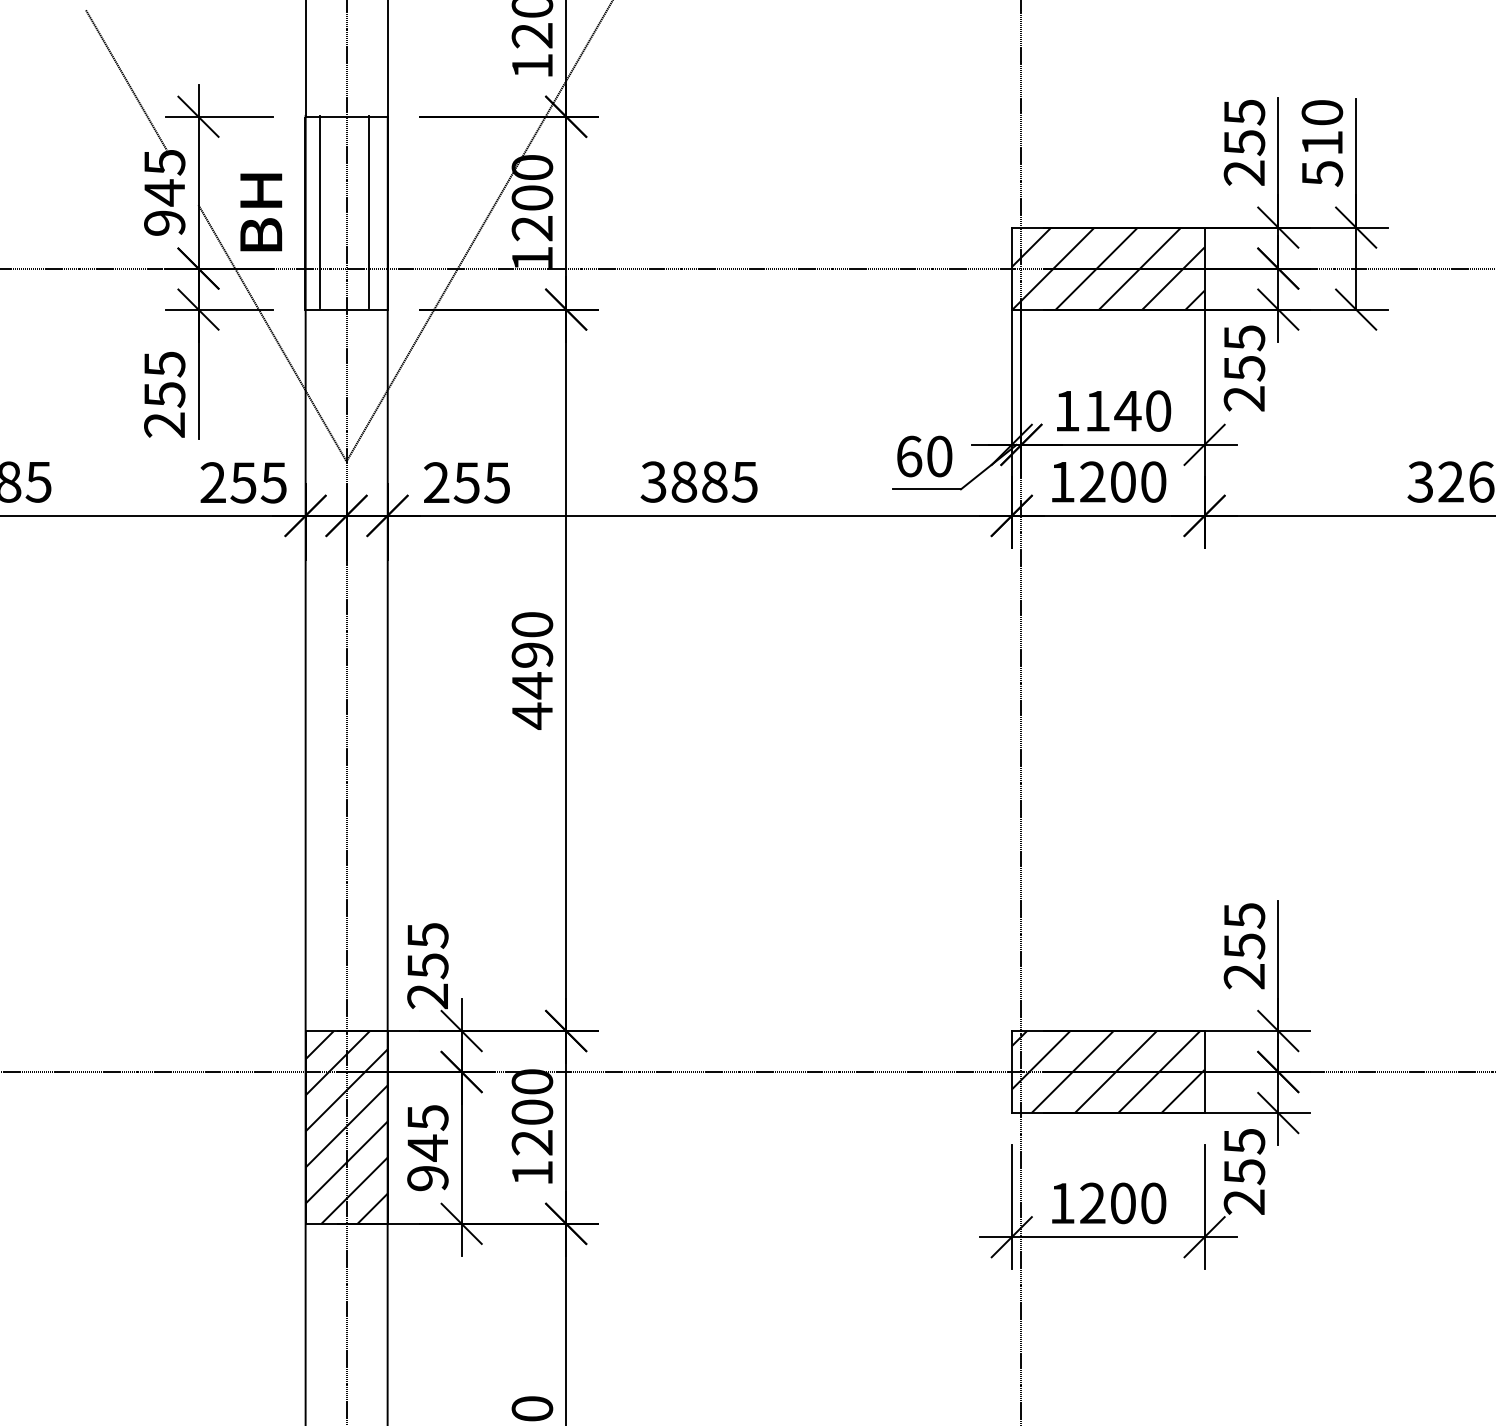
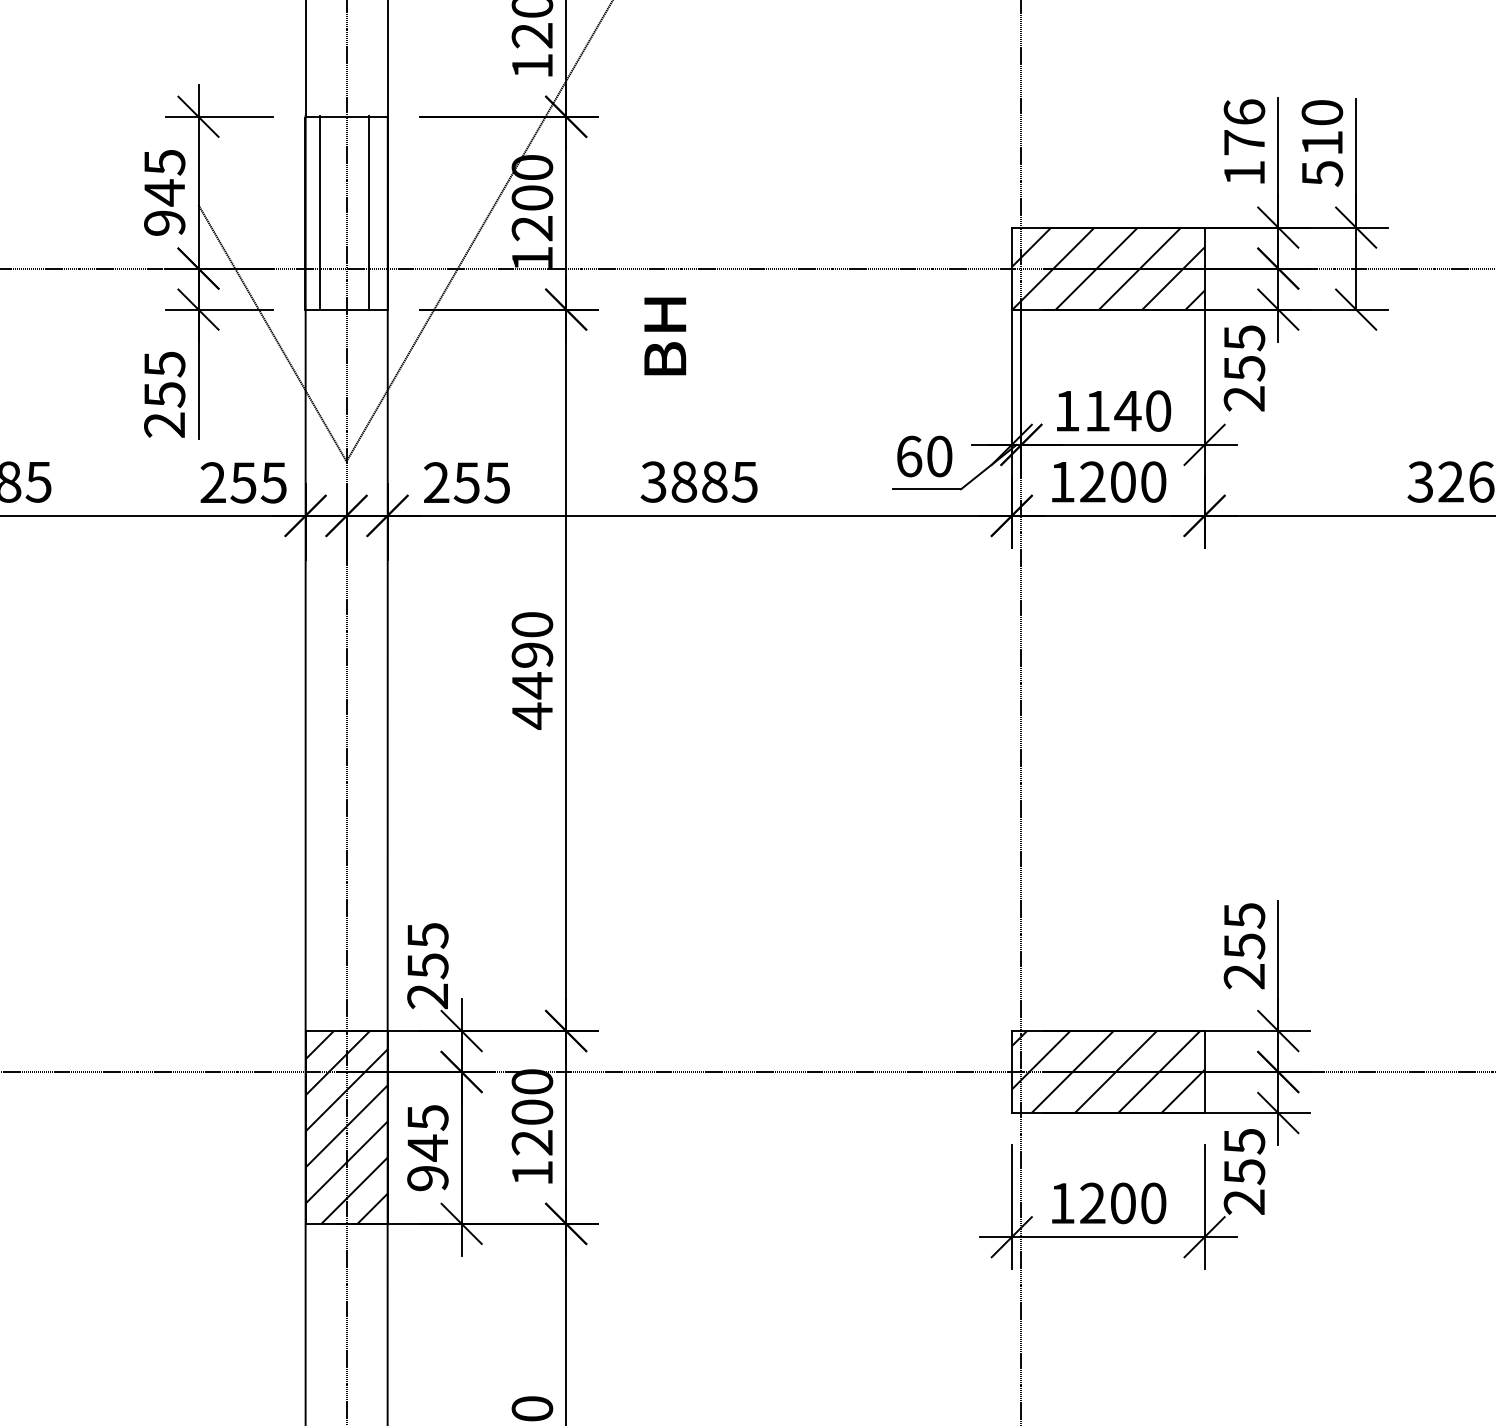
line at (126, 80): present -> none
text at (1244, 142): 255 -> 176
text at (261, 212) position: (261, 212) -> (665, 336)
